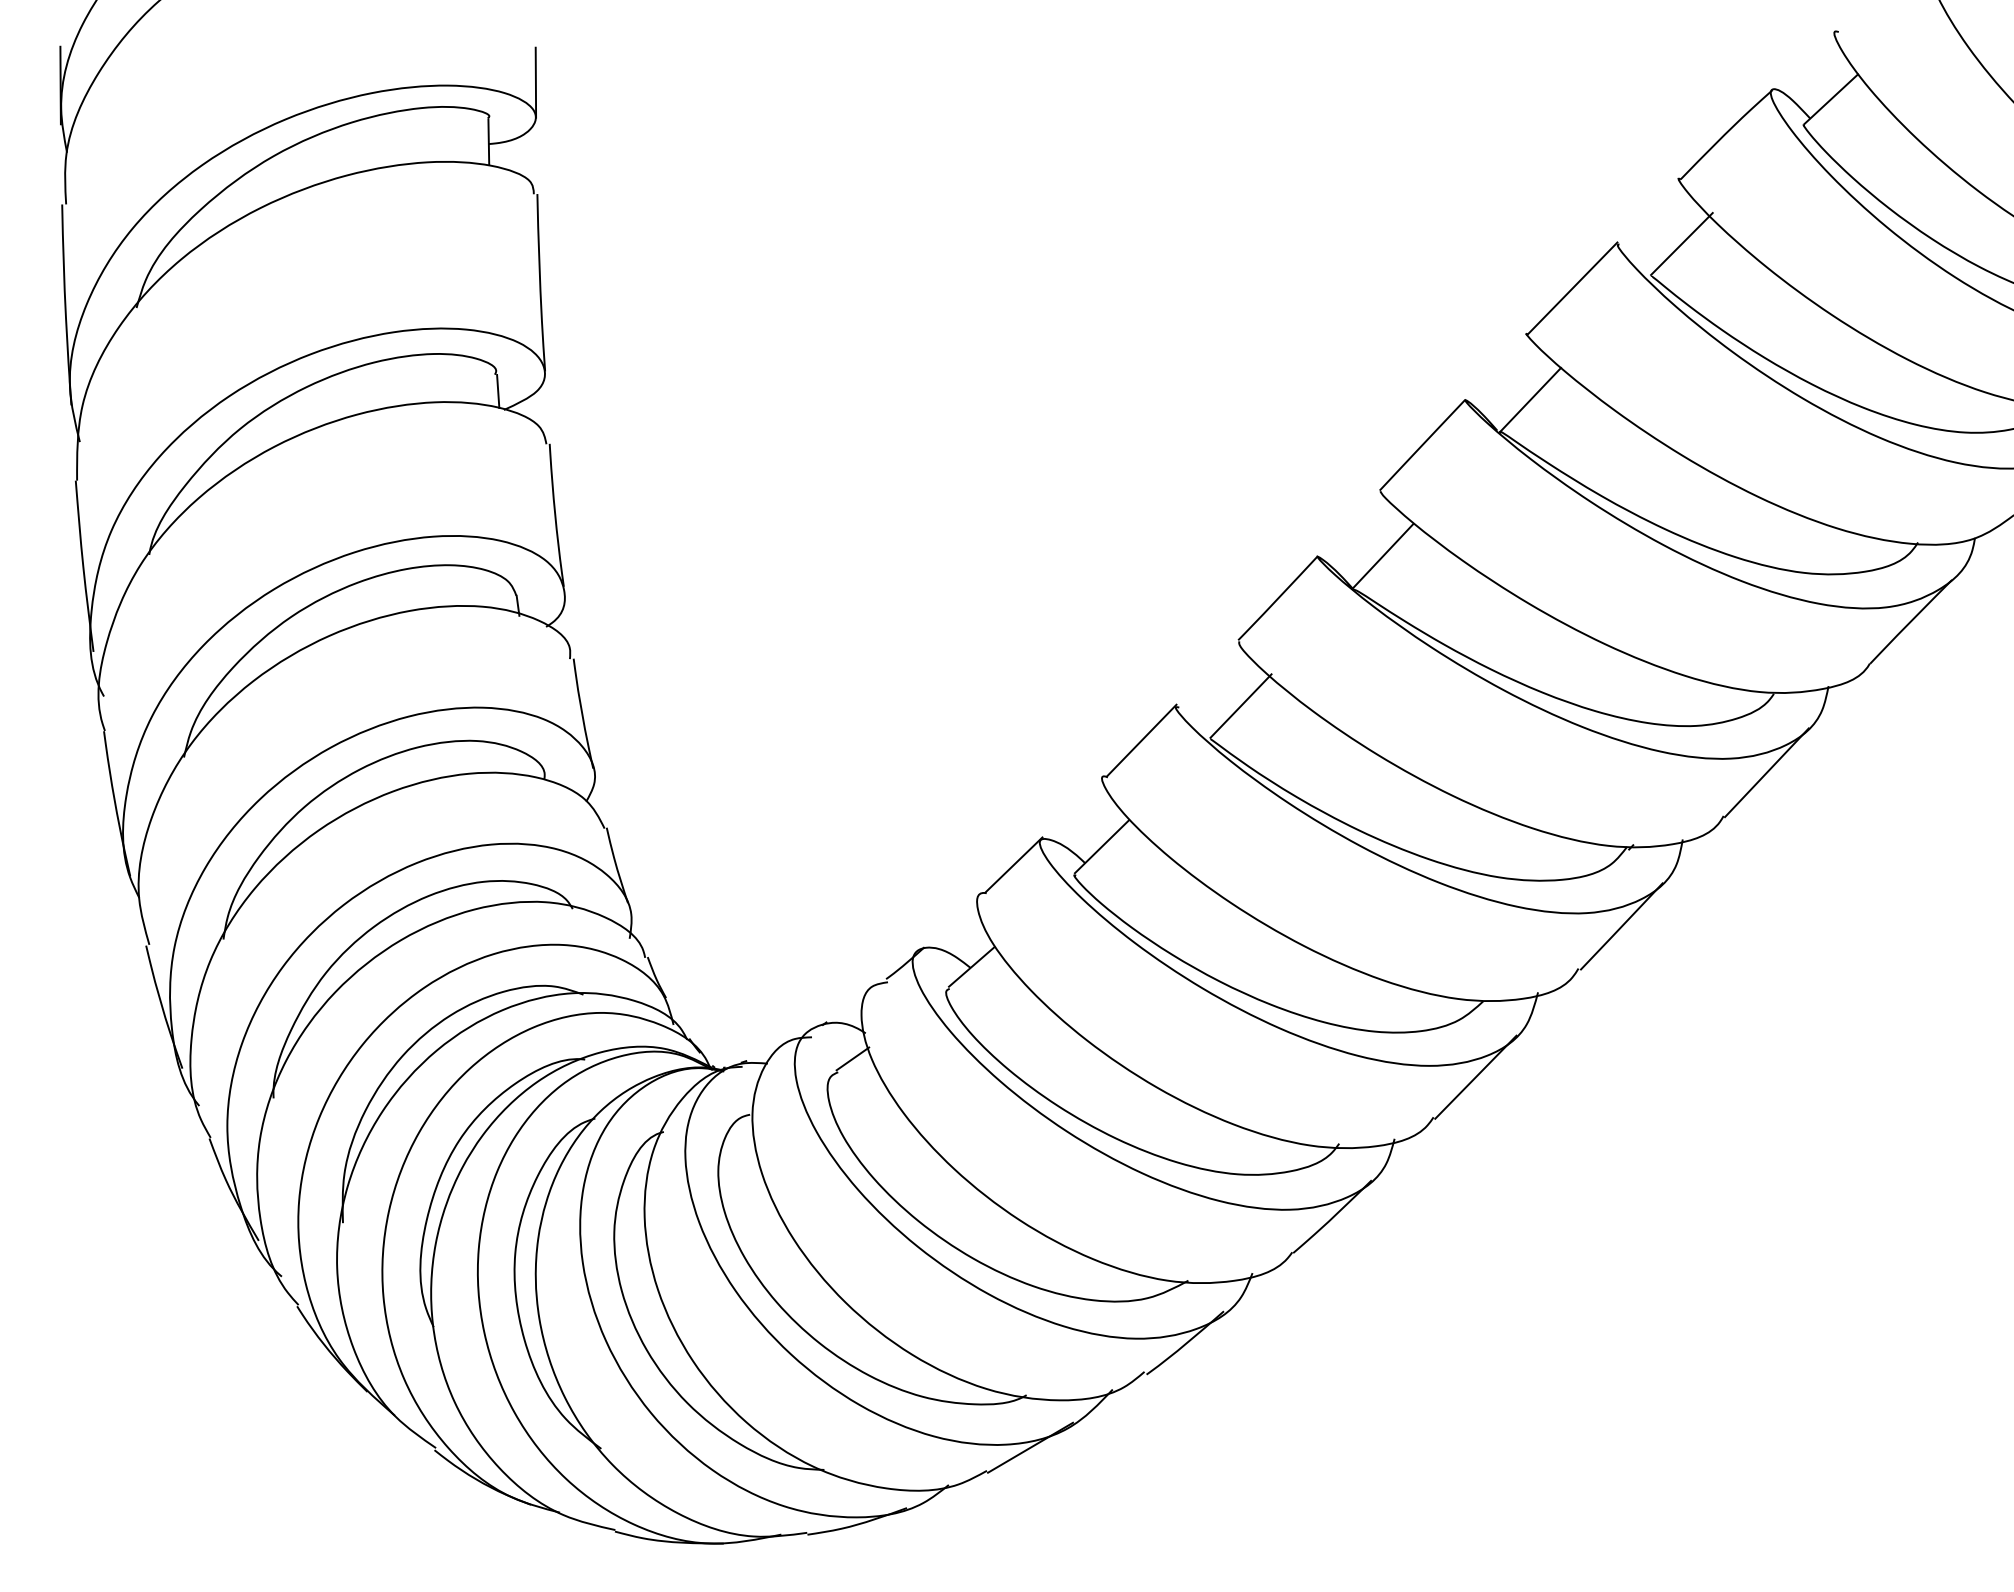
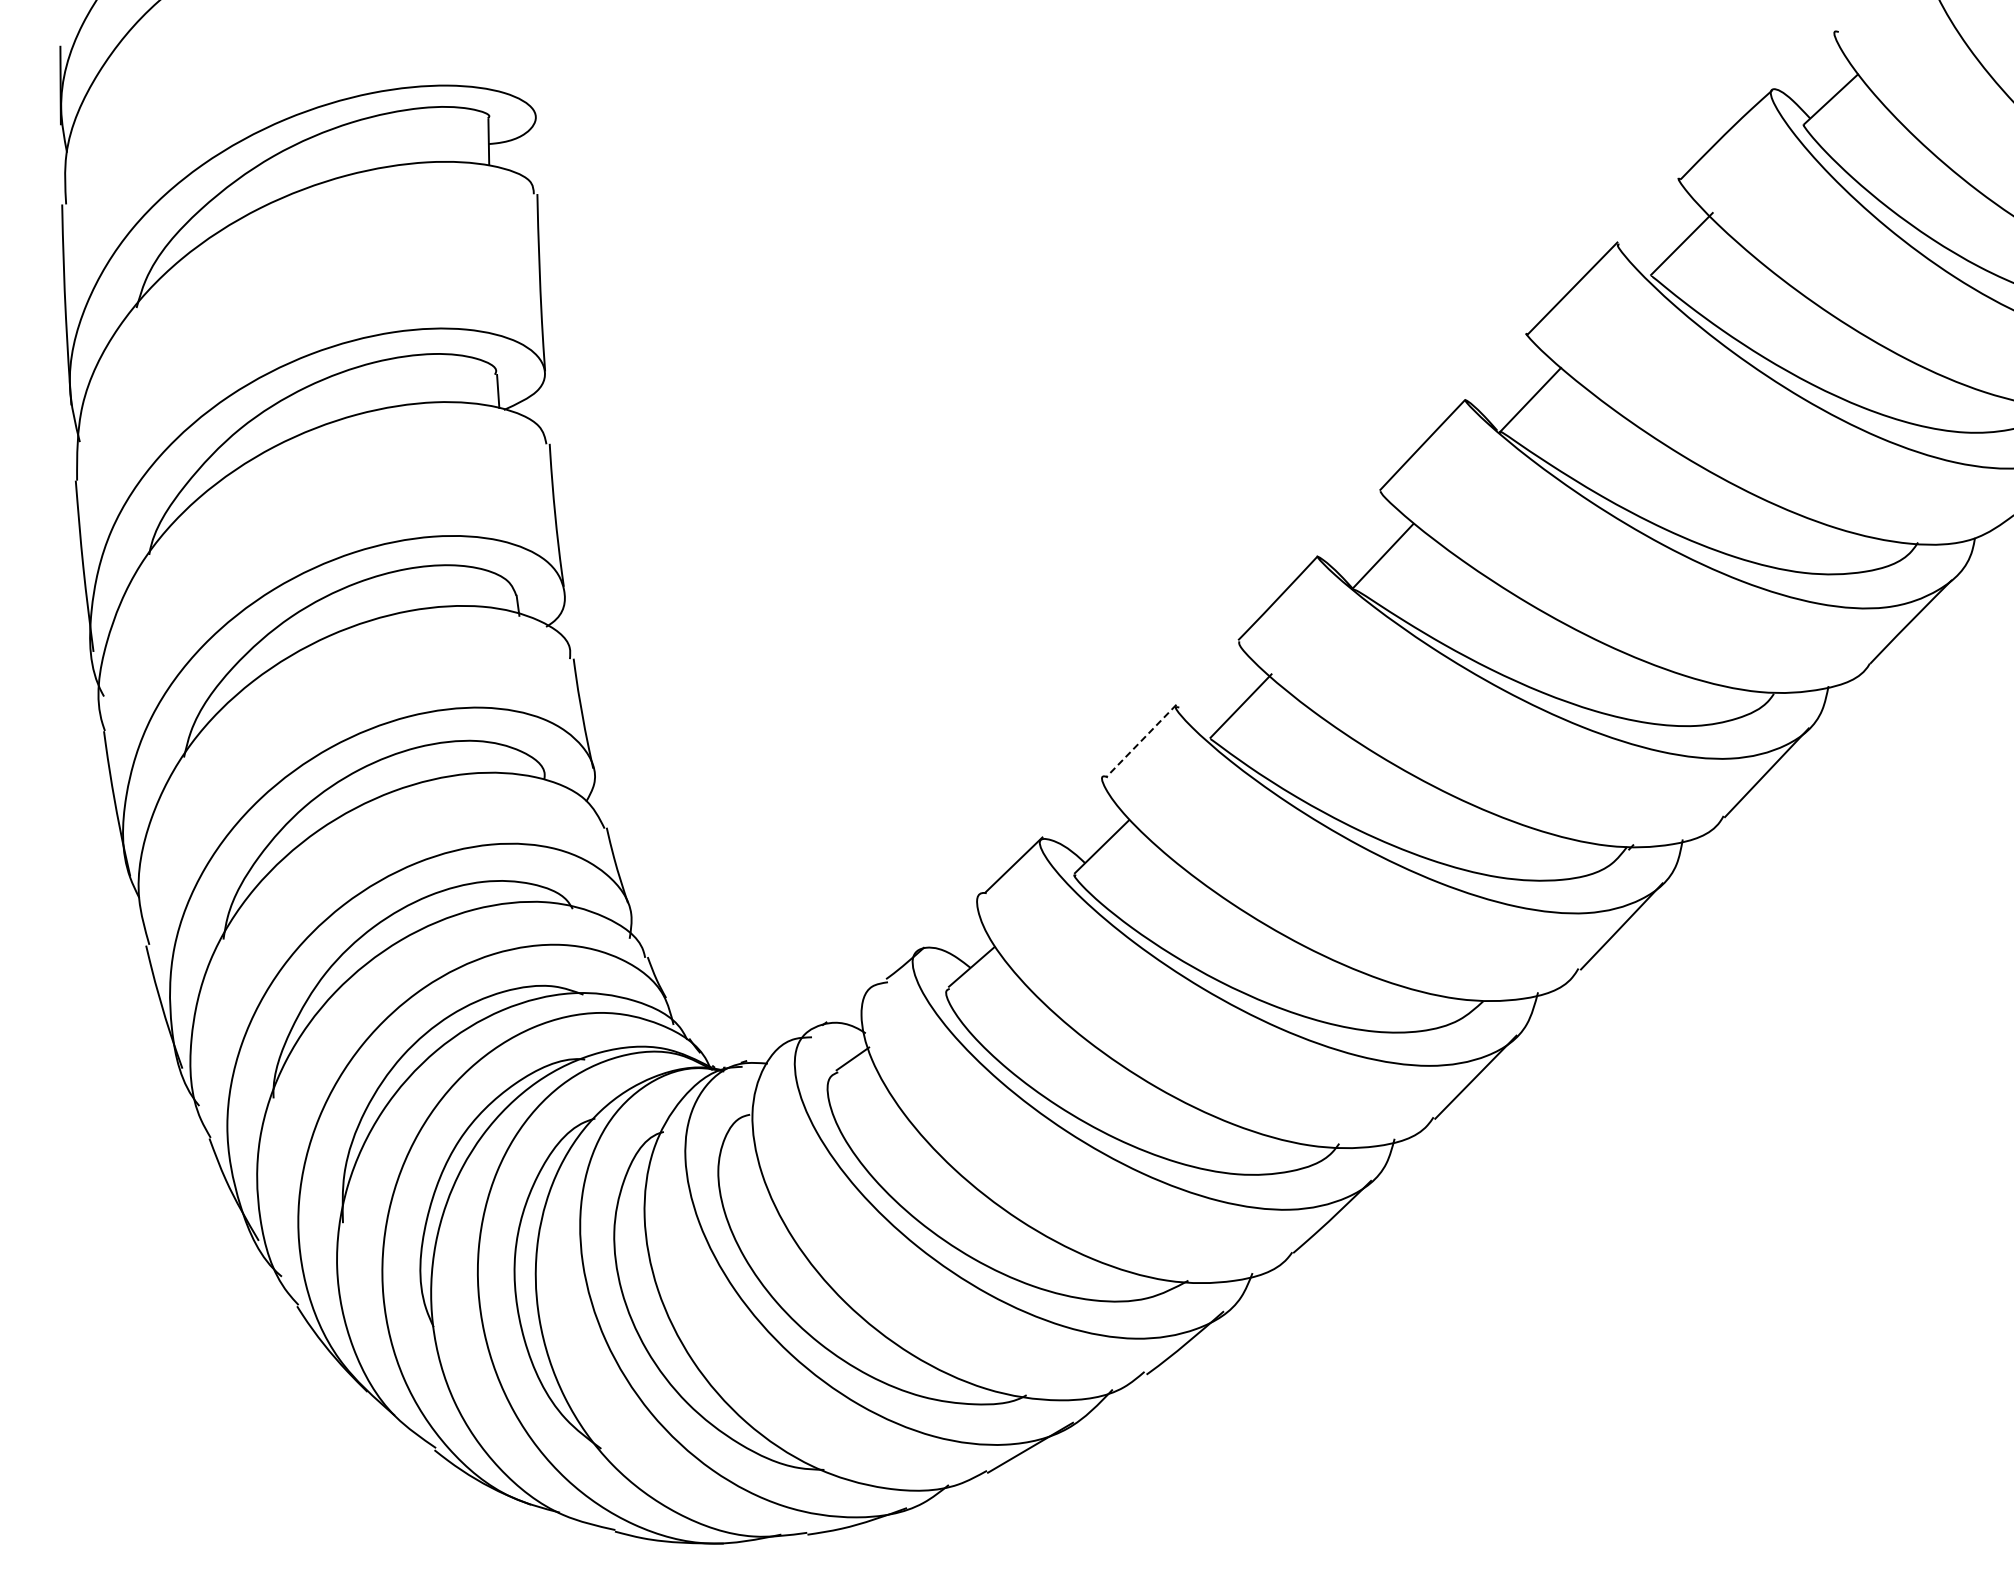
line at (535, 82): present -> none
line at (1141, 740): solid -> dashed
